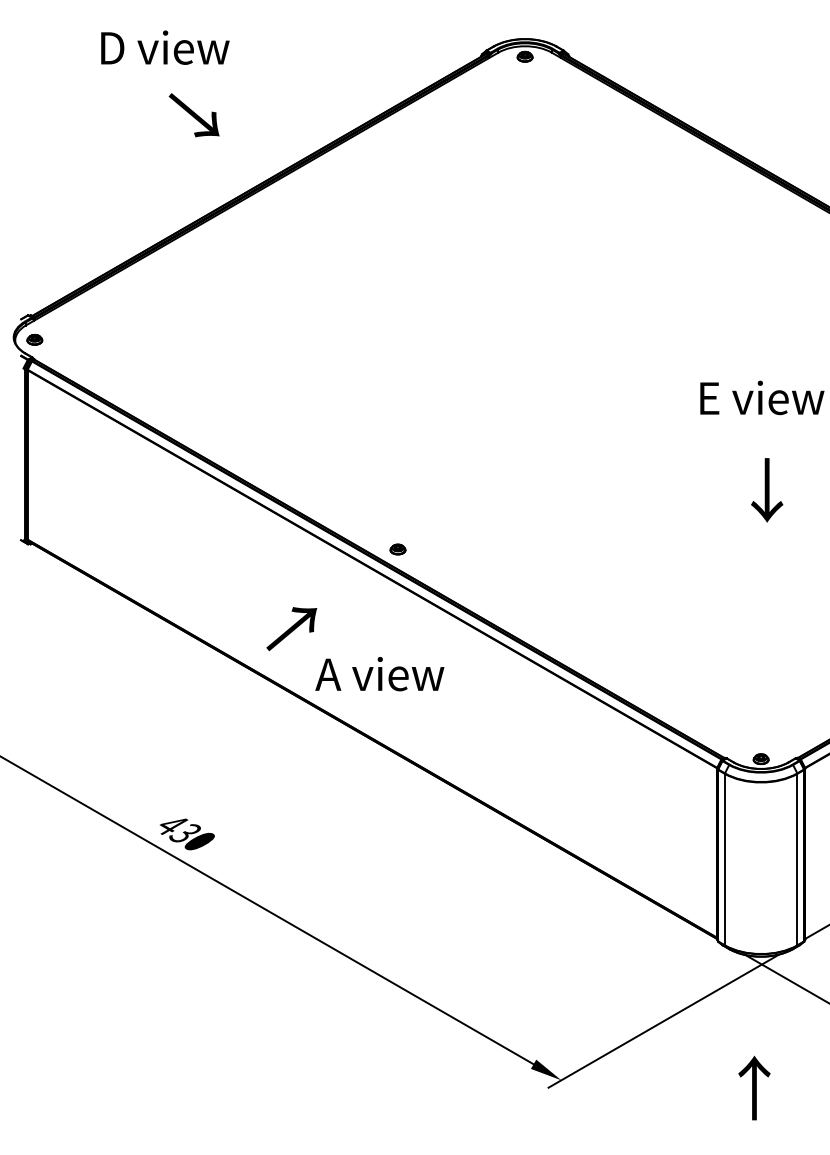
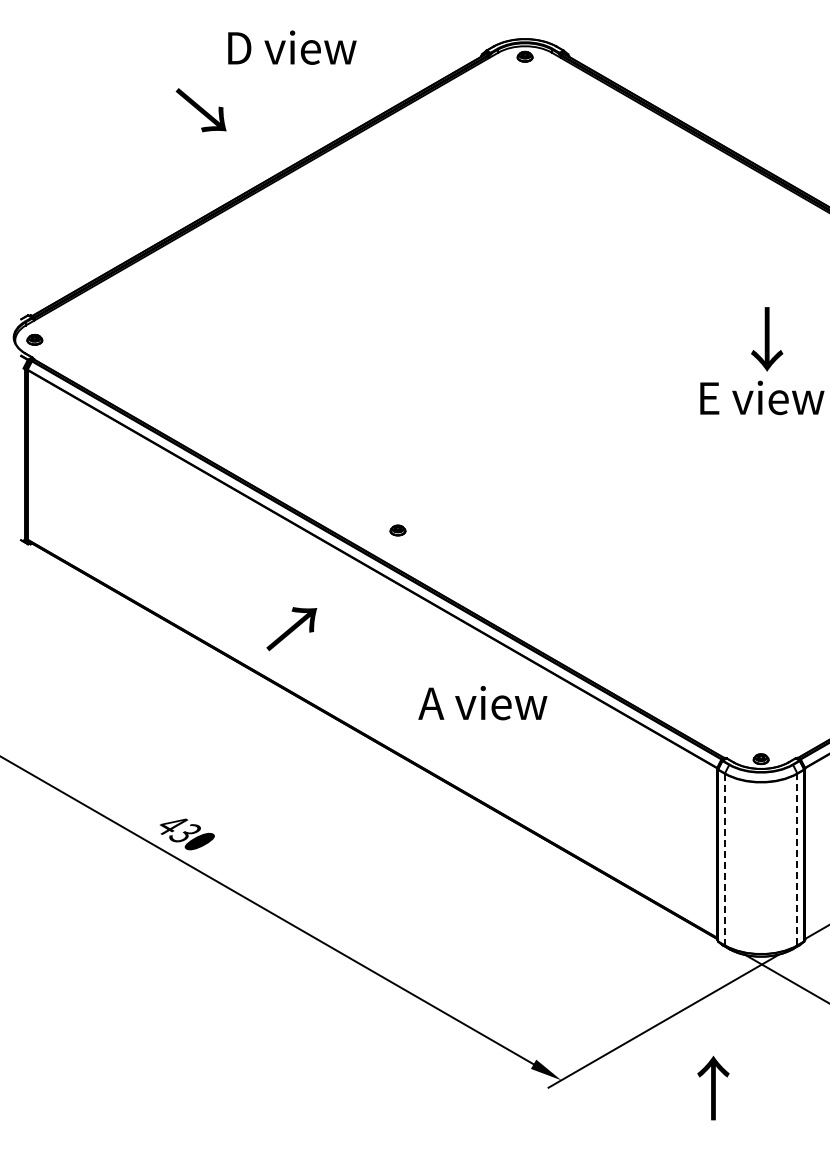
text at (165, 47) position: (165, 47) -> (292, 47)
text at (193, 115) position: (193, 115) -> (200, 110)
text at (767, 490) position: (767, 490) -> (767, 339)
part at (397, 549) position: (397, 549) -> (397, 530)
text at (379, 674) position: (379, 674) -> (482, 703)
line at (724, 859): solid -> dashed
line at (797, 859): solid -> dashed
text at (754, 1087) position: (754, 1087) -> (713, 1087)
